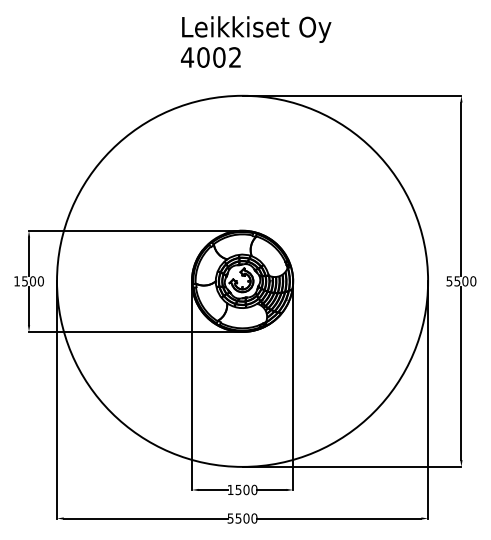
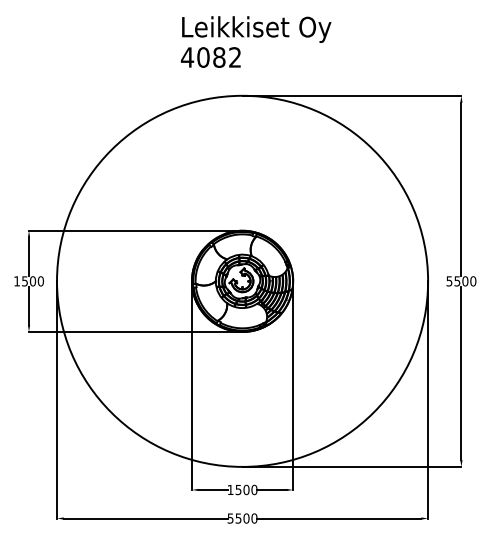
text at (219, 57): 4002 -> 4082
